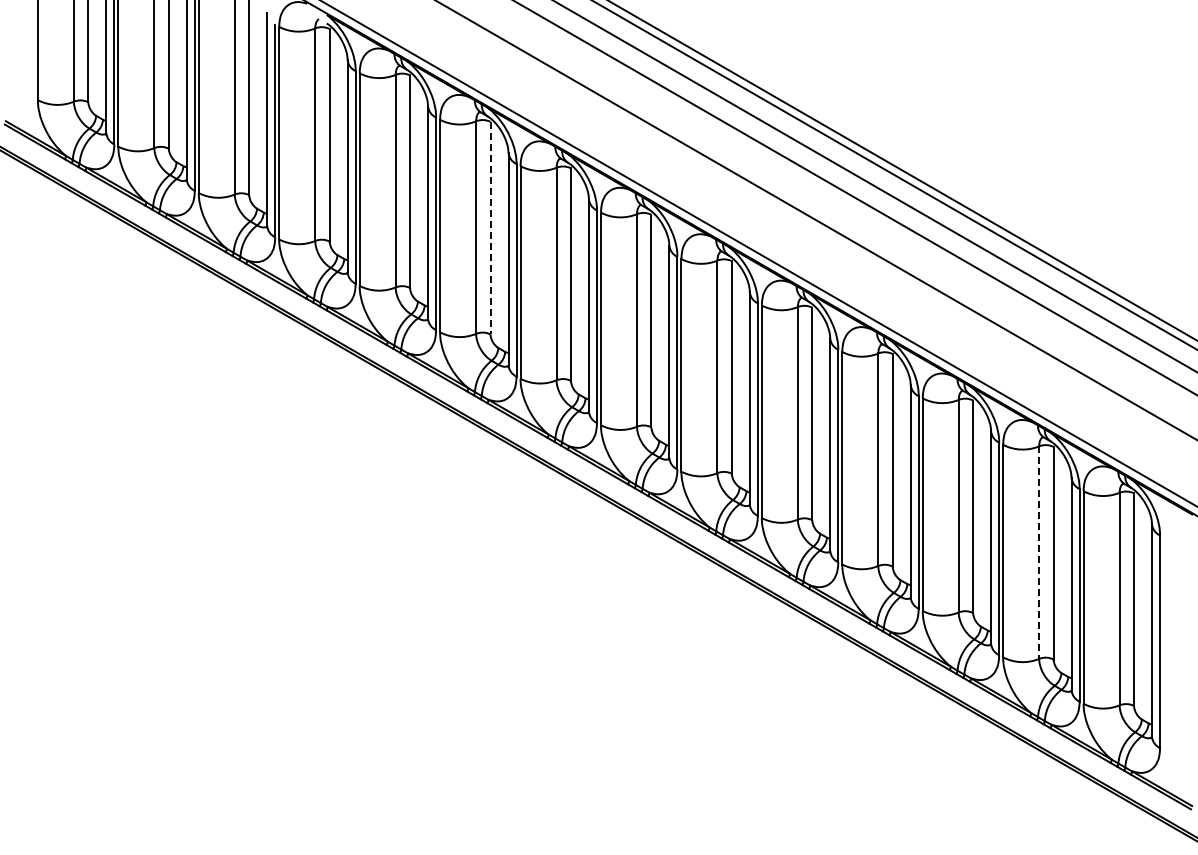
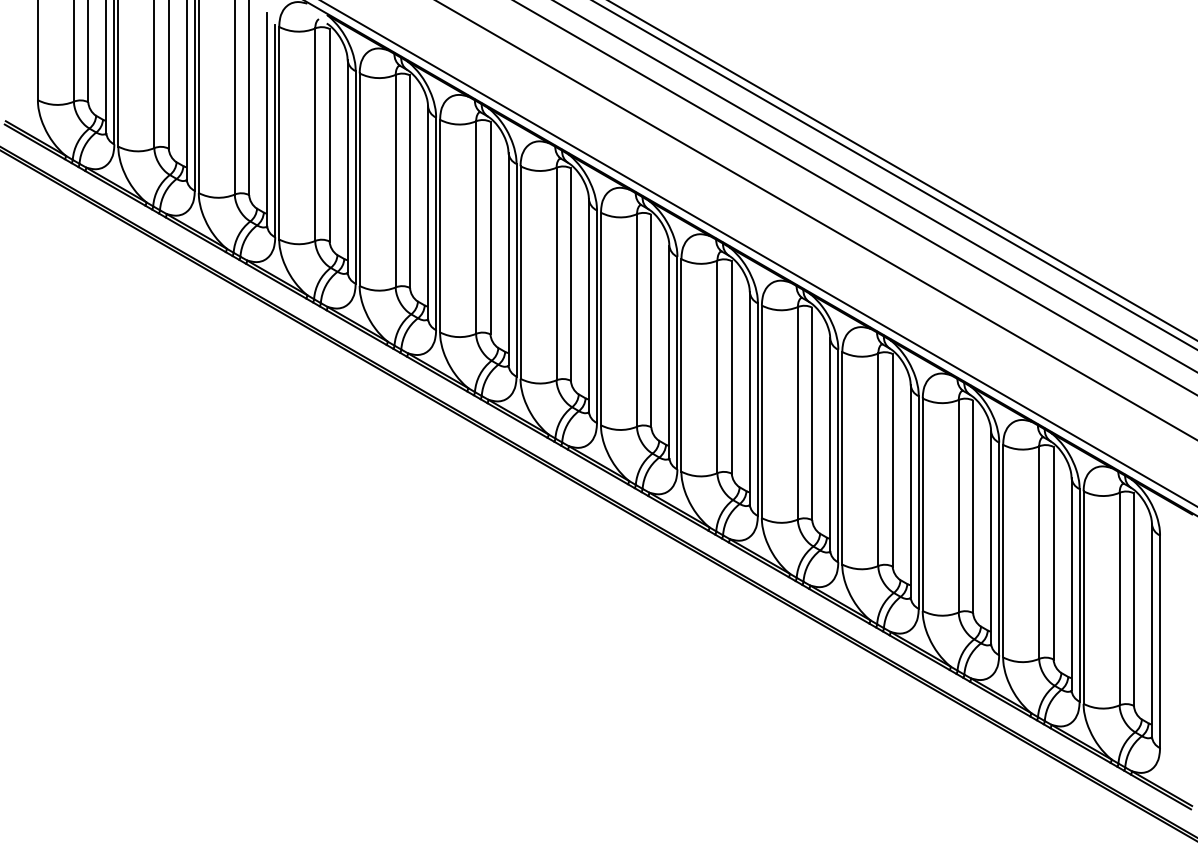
line at (490, 228): dashed -> solid
line at (1039, 553): dashed -> solid
